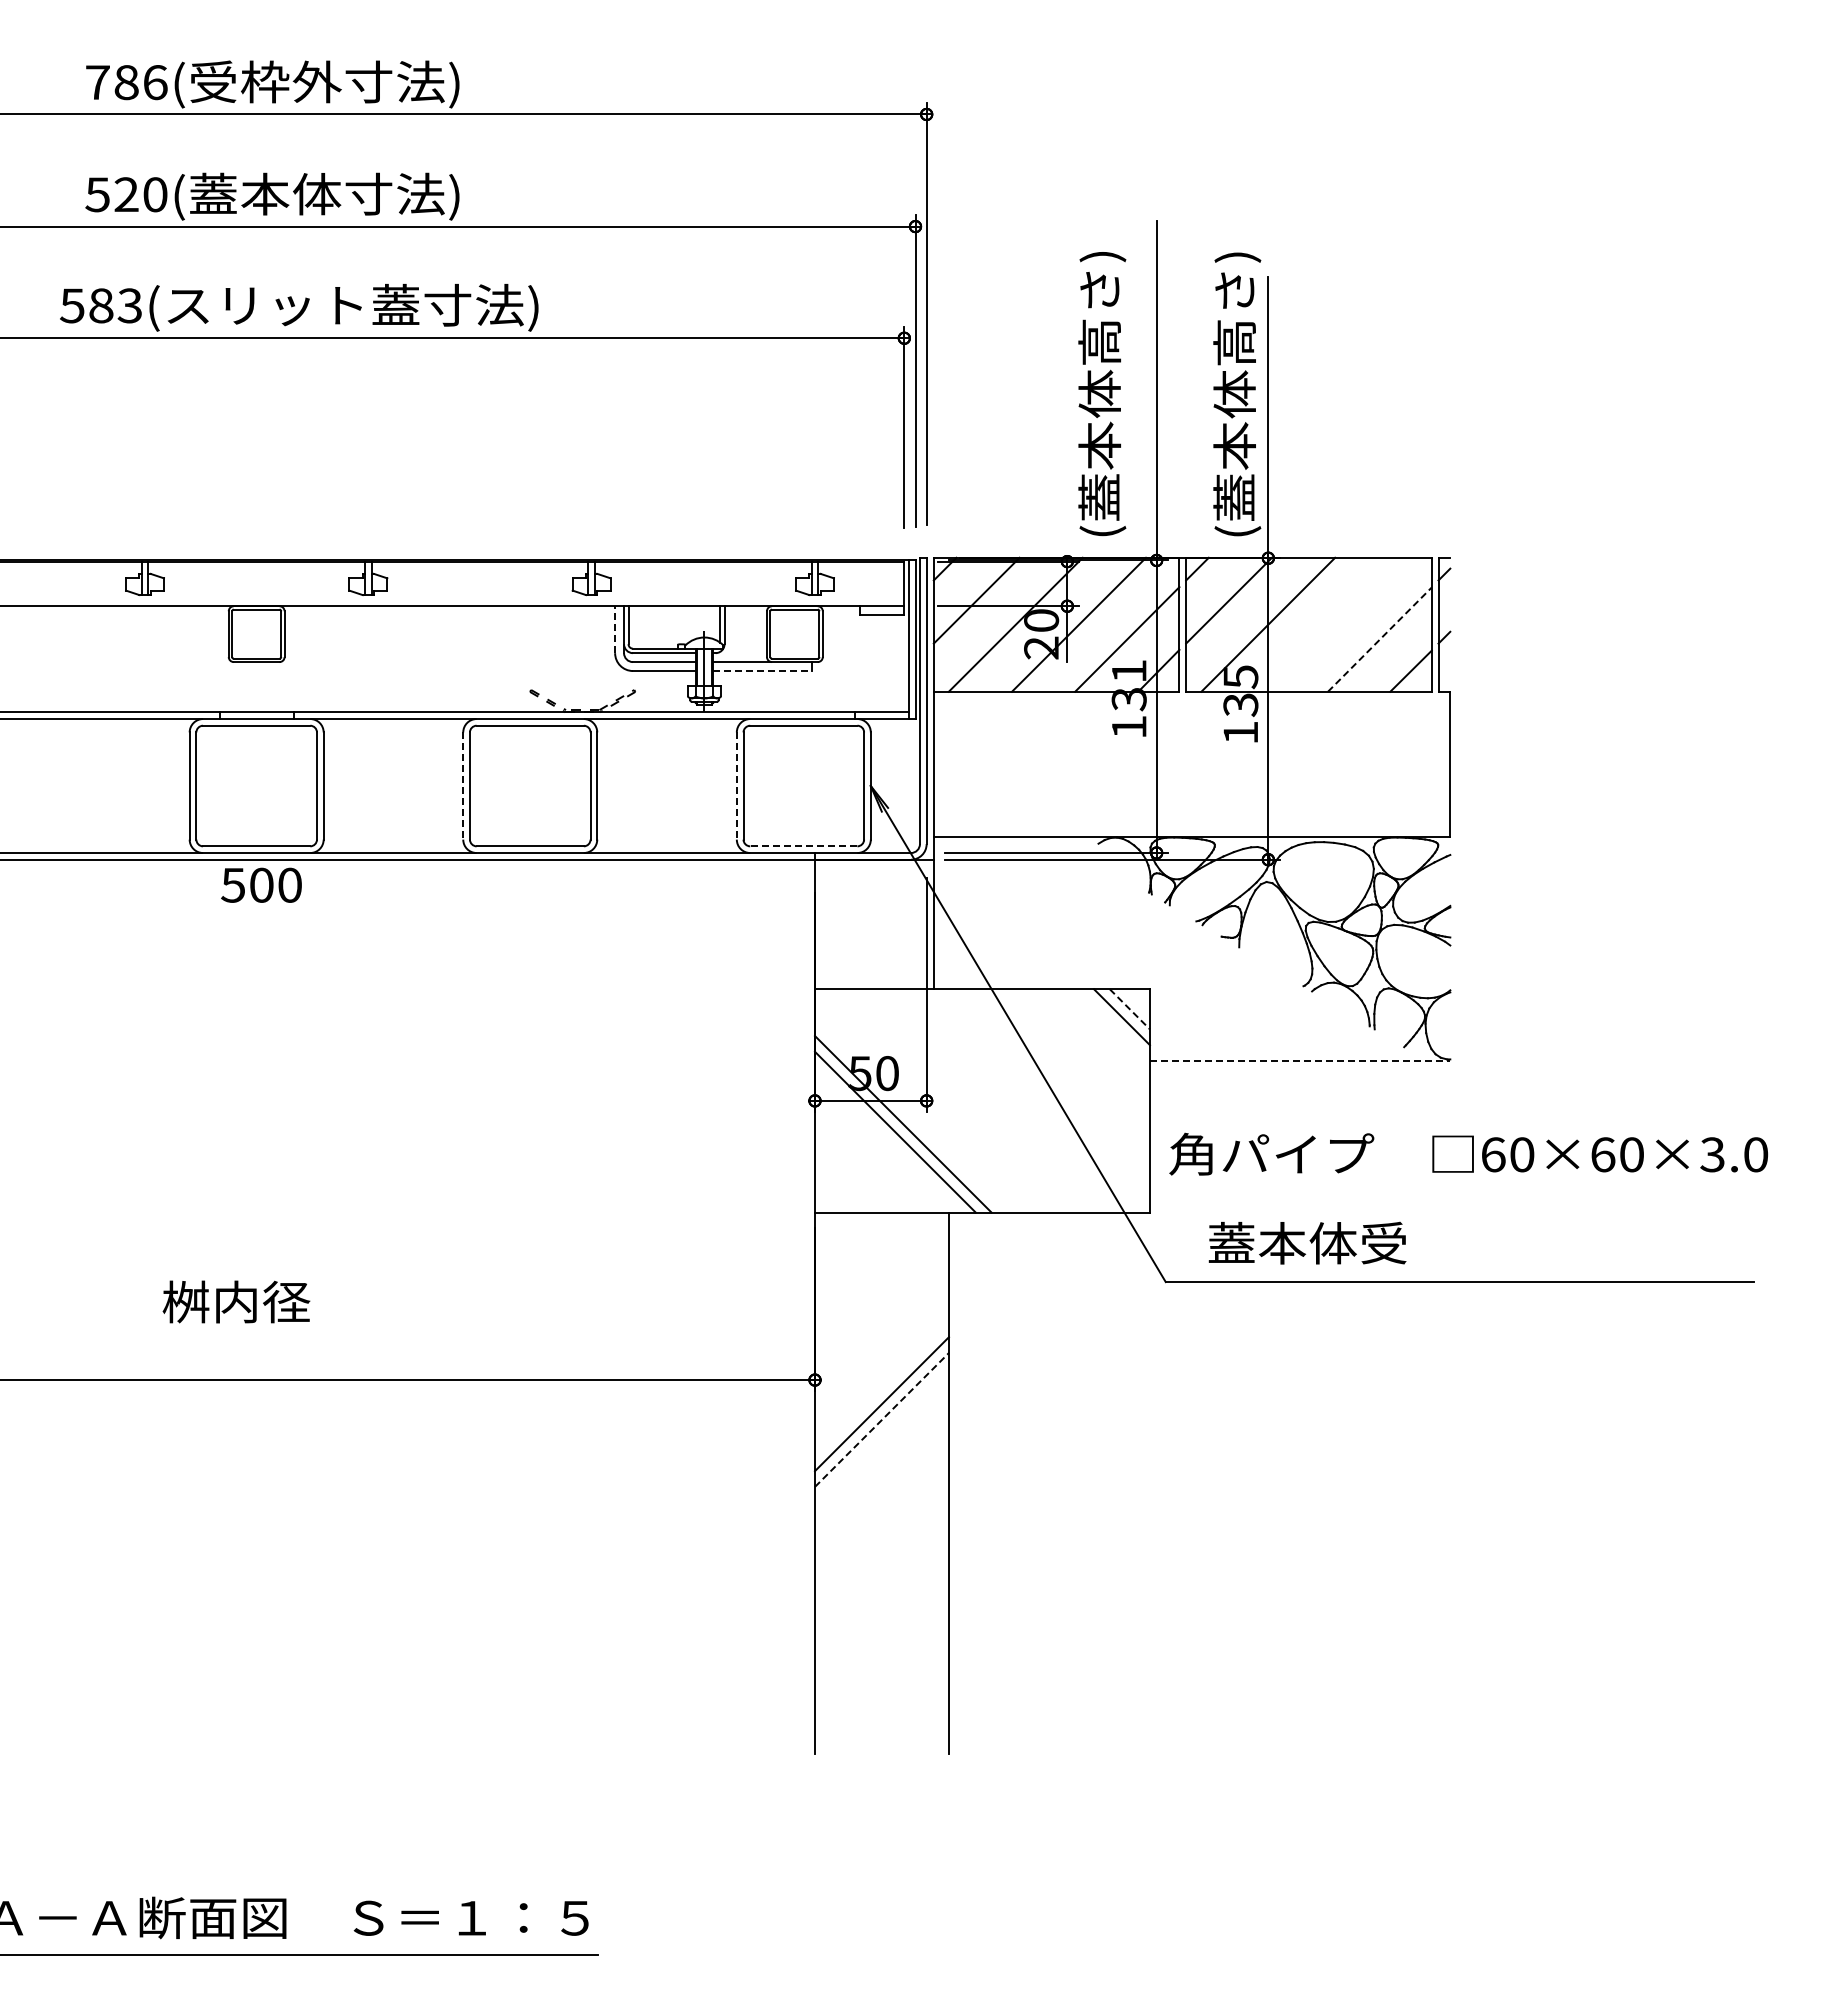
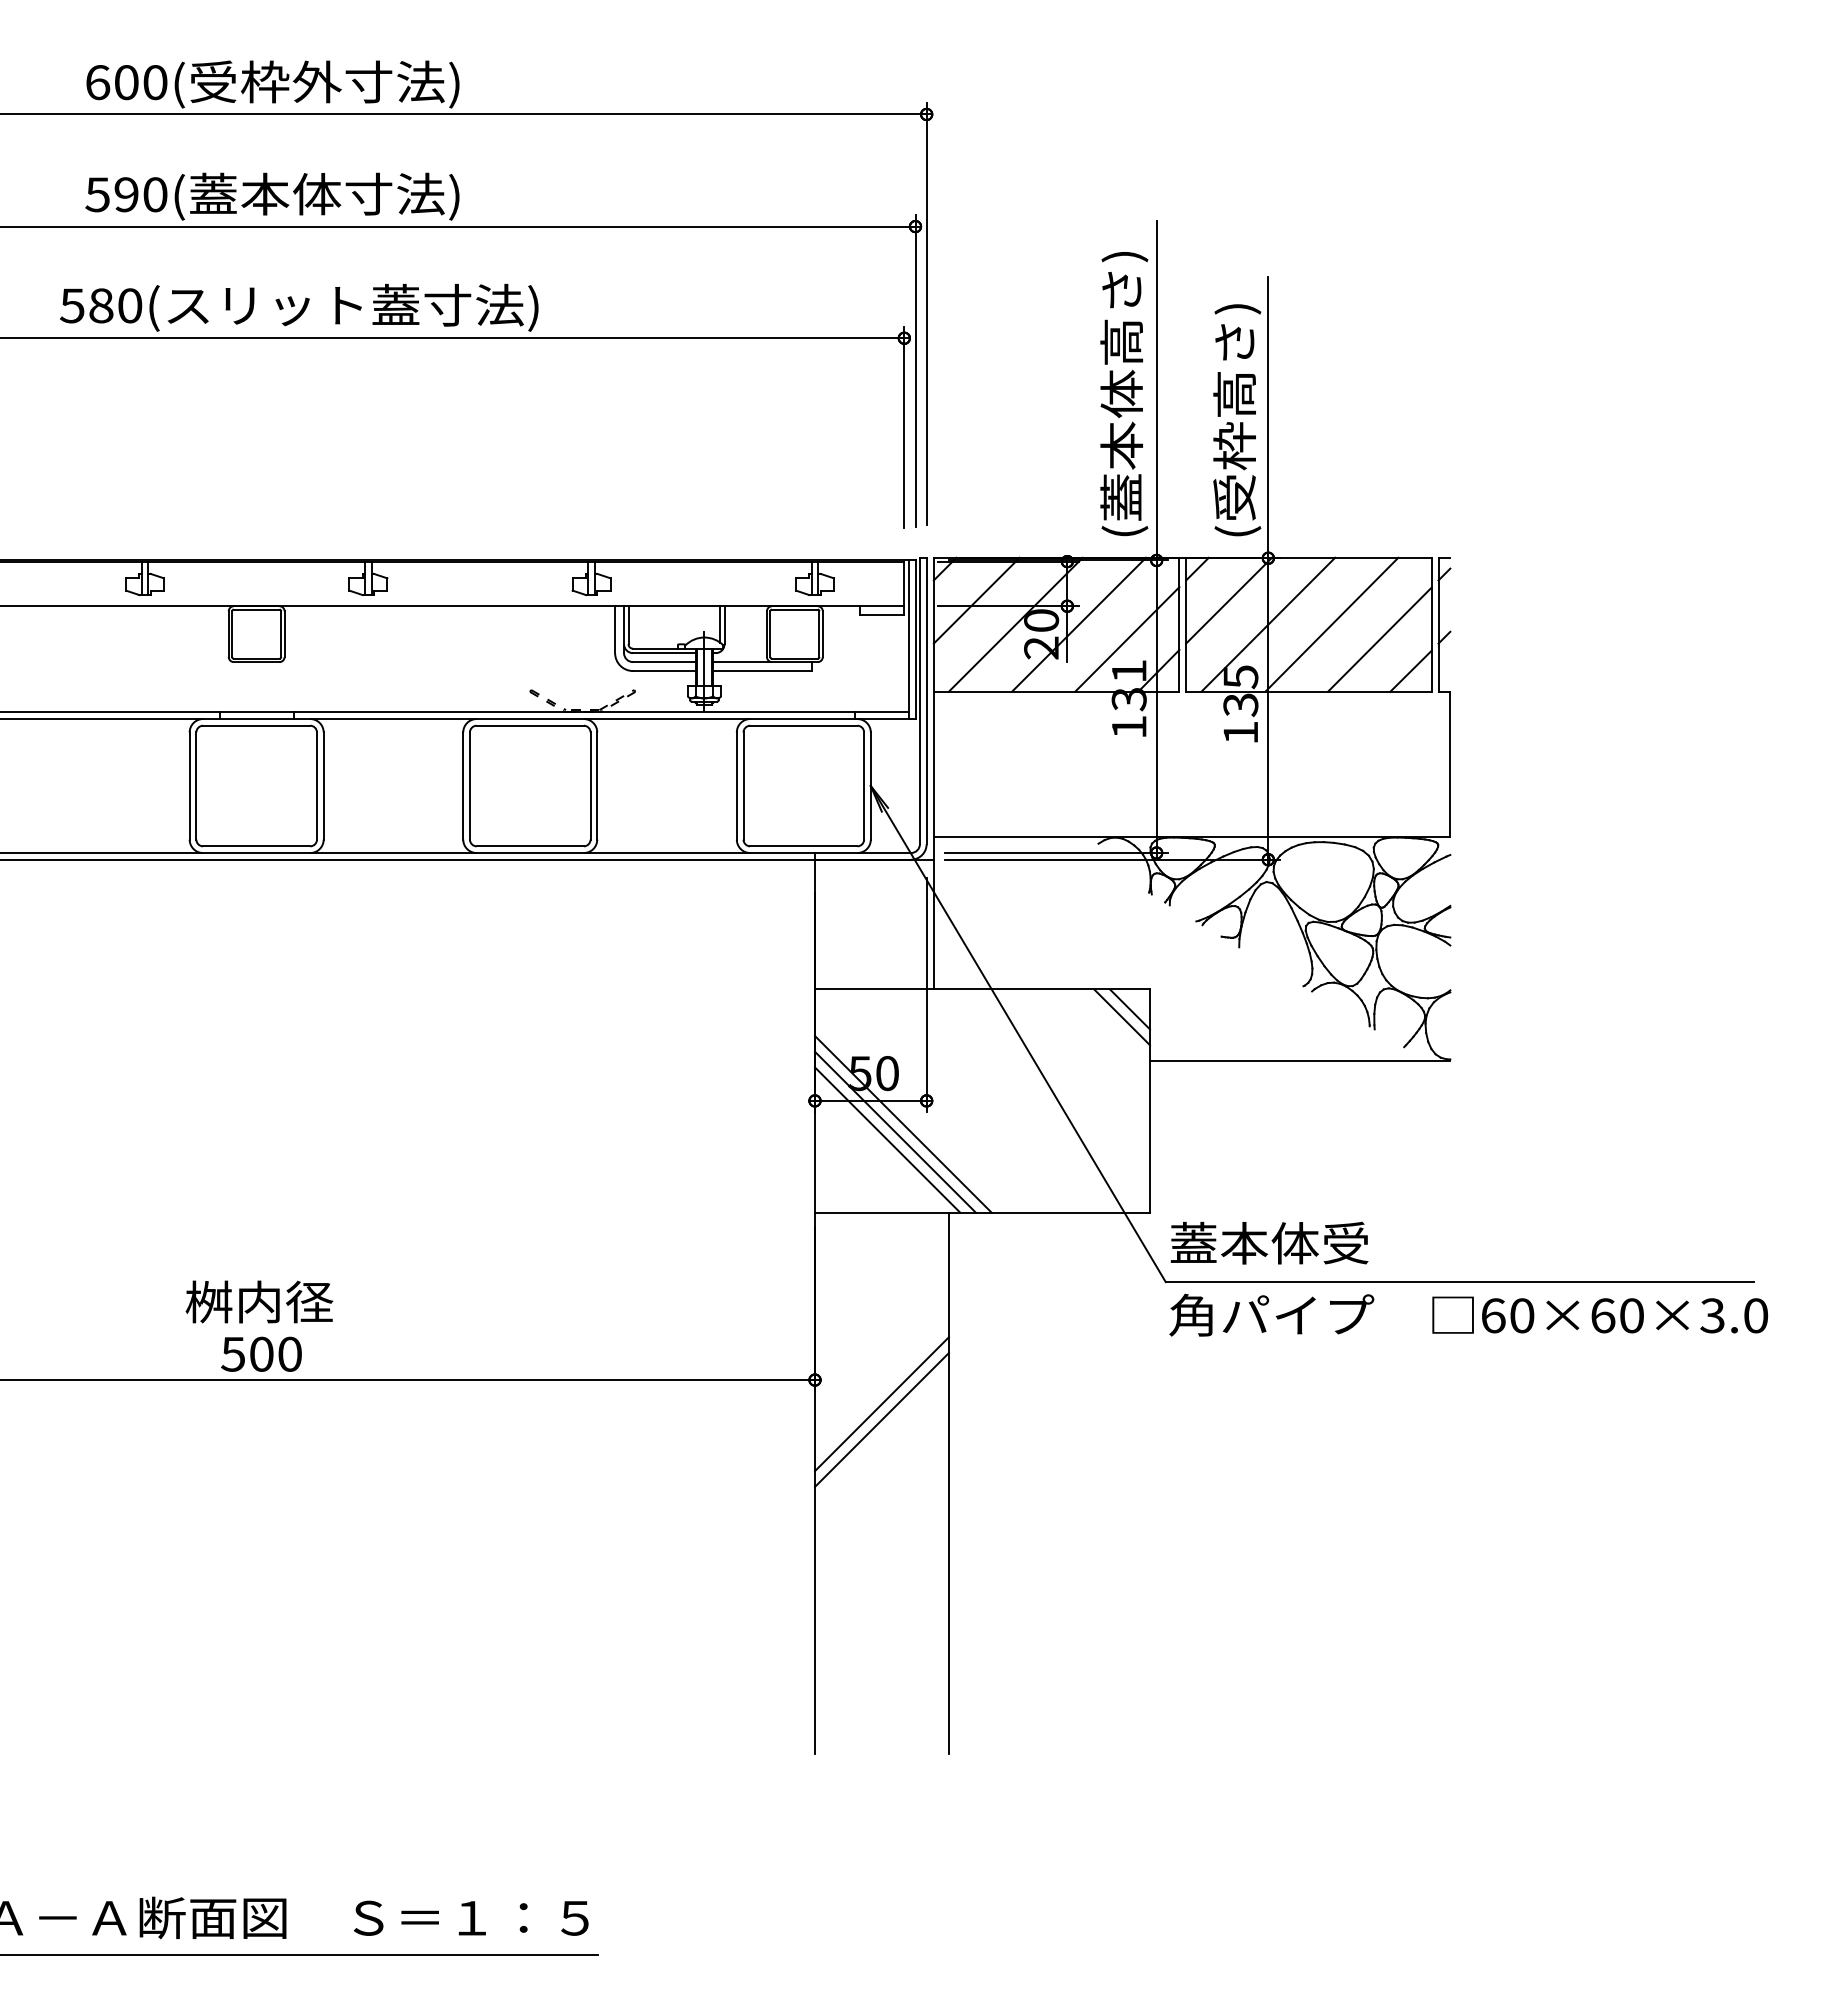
text at (126, 82): 786( -> 600(
text at (126, 194): 520( -> 590(
text at (129, 305): 583( -> 580(
text at (1237, 386): (蓋本体高さ) -> (受枠高さ)
text at (1102, 394) position: (1102, 394) -> (1124, 394)
line at (1331, 624): none -> present
line at (615, 629): dashed -> solid
line at (1379, 639): dashed -> solid
line at (763, 671): dashed -> solid
line at (463, 786): dashed -> solid
line at (736, 786): dashed -> solid
line at (803, 846): dashed -> solid
text at (261, 884) position: (261, 884) -> (261, 1353)
line at (1130, 1009): dashed -> solid
line at (1299, 1060): dashed -> solid
line at (887, 1139): none -> present
text at (1468, 1153) position: (1468, 1153) -> (1468, 1314)
text at (1307, 1242) position: (1307, 1242) -> (1269, 1242)
text at (236, 1301) position: (236, 1301) -> (259, 1301)
line at (882, 1419): dashed -> solid
